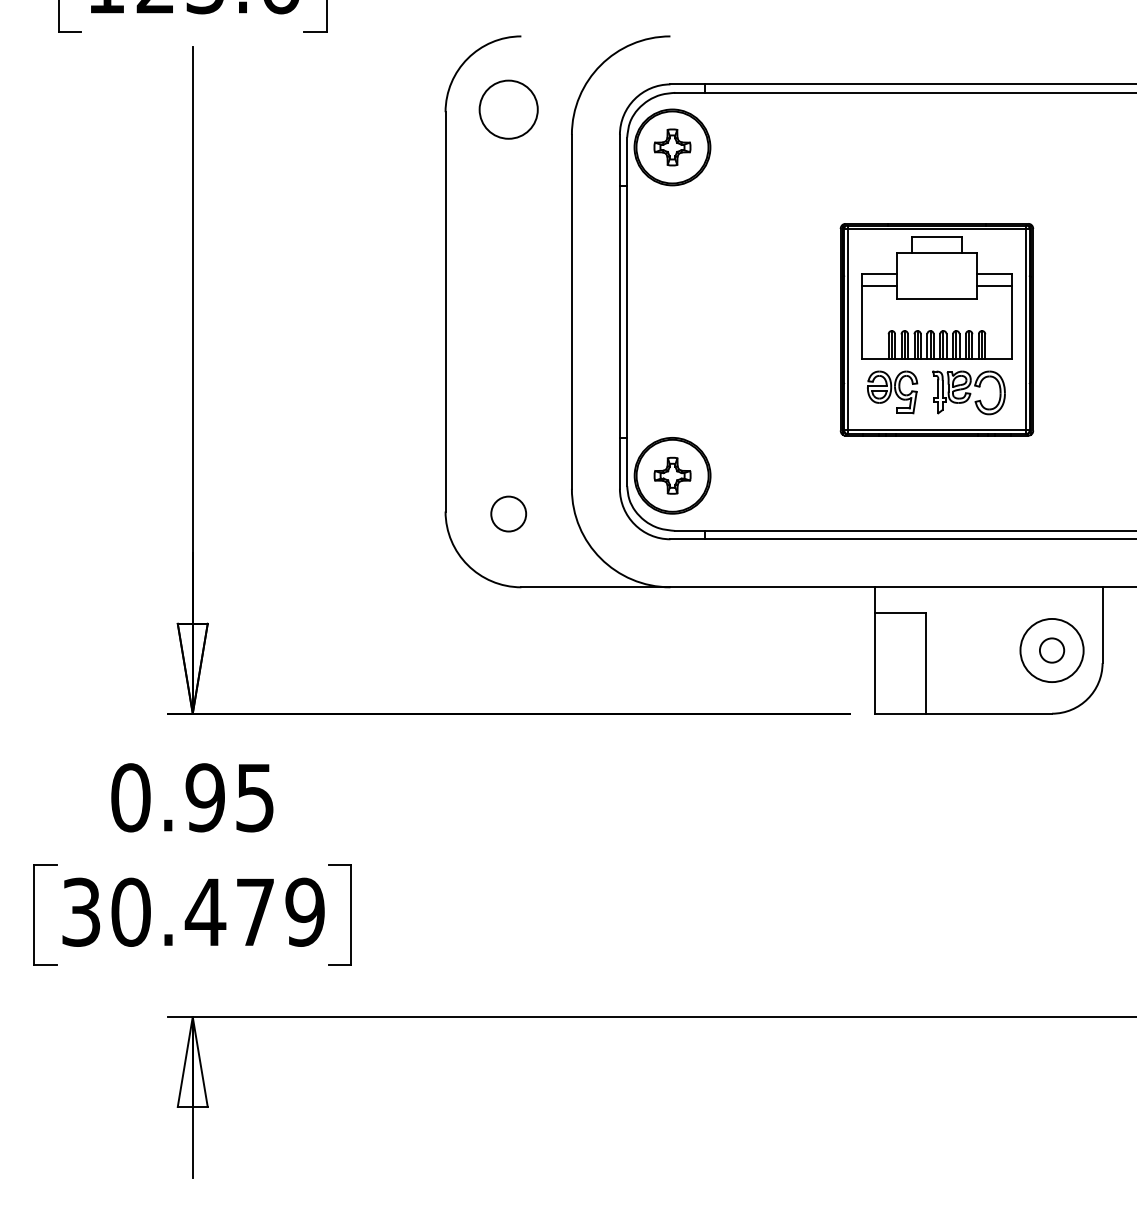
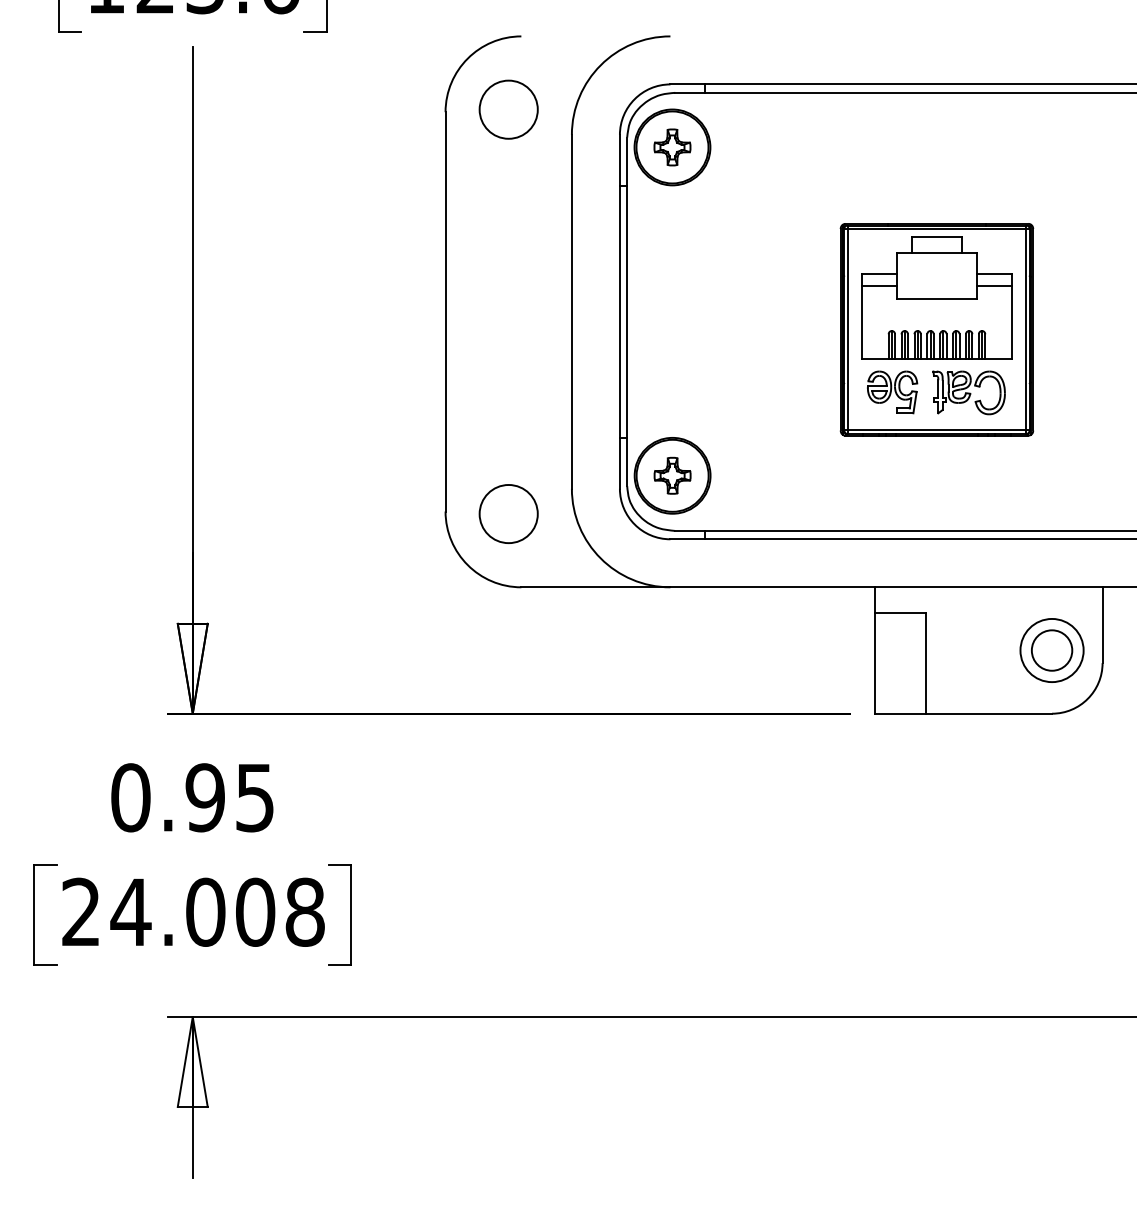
circle at (508, 513) diameter: 35 px -> 58 px
circle at (1051, 650) diameter: 24 px -> 40 px
text at (193, 911): 30.479 -> 24.008
